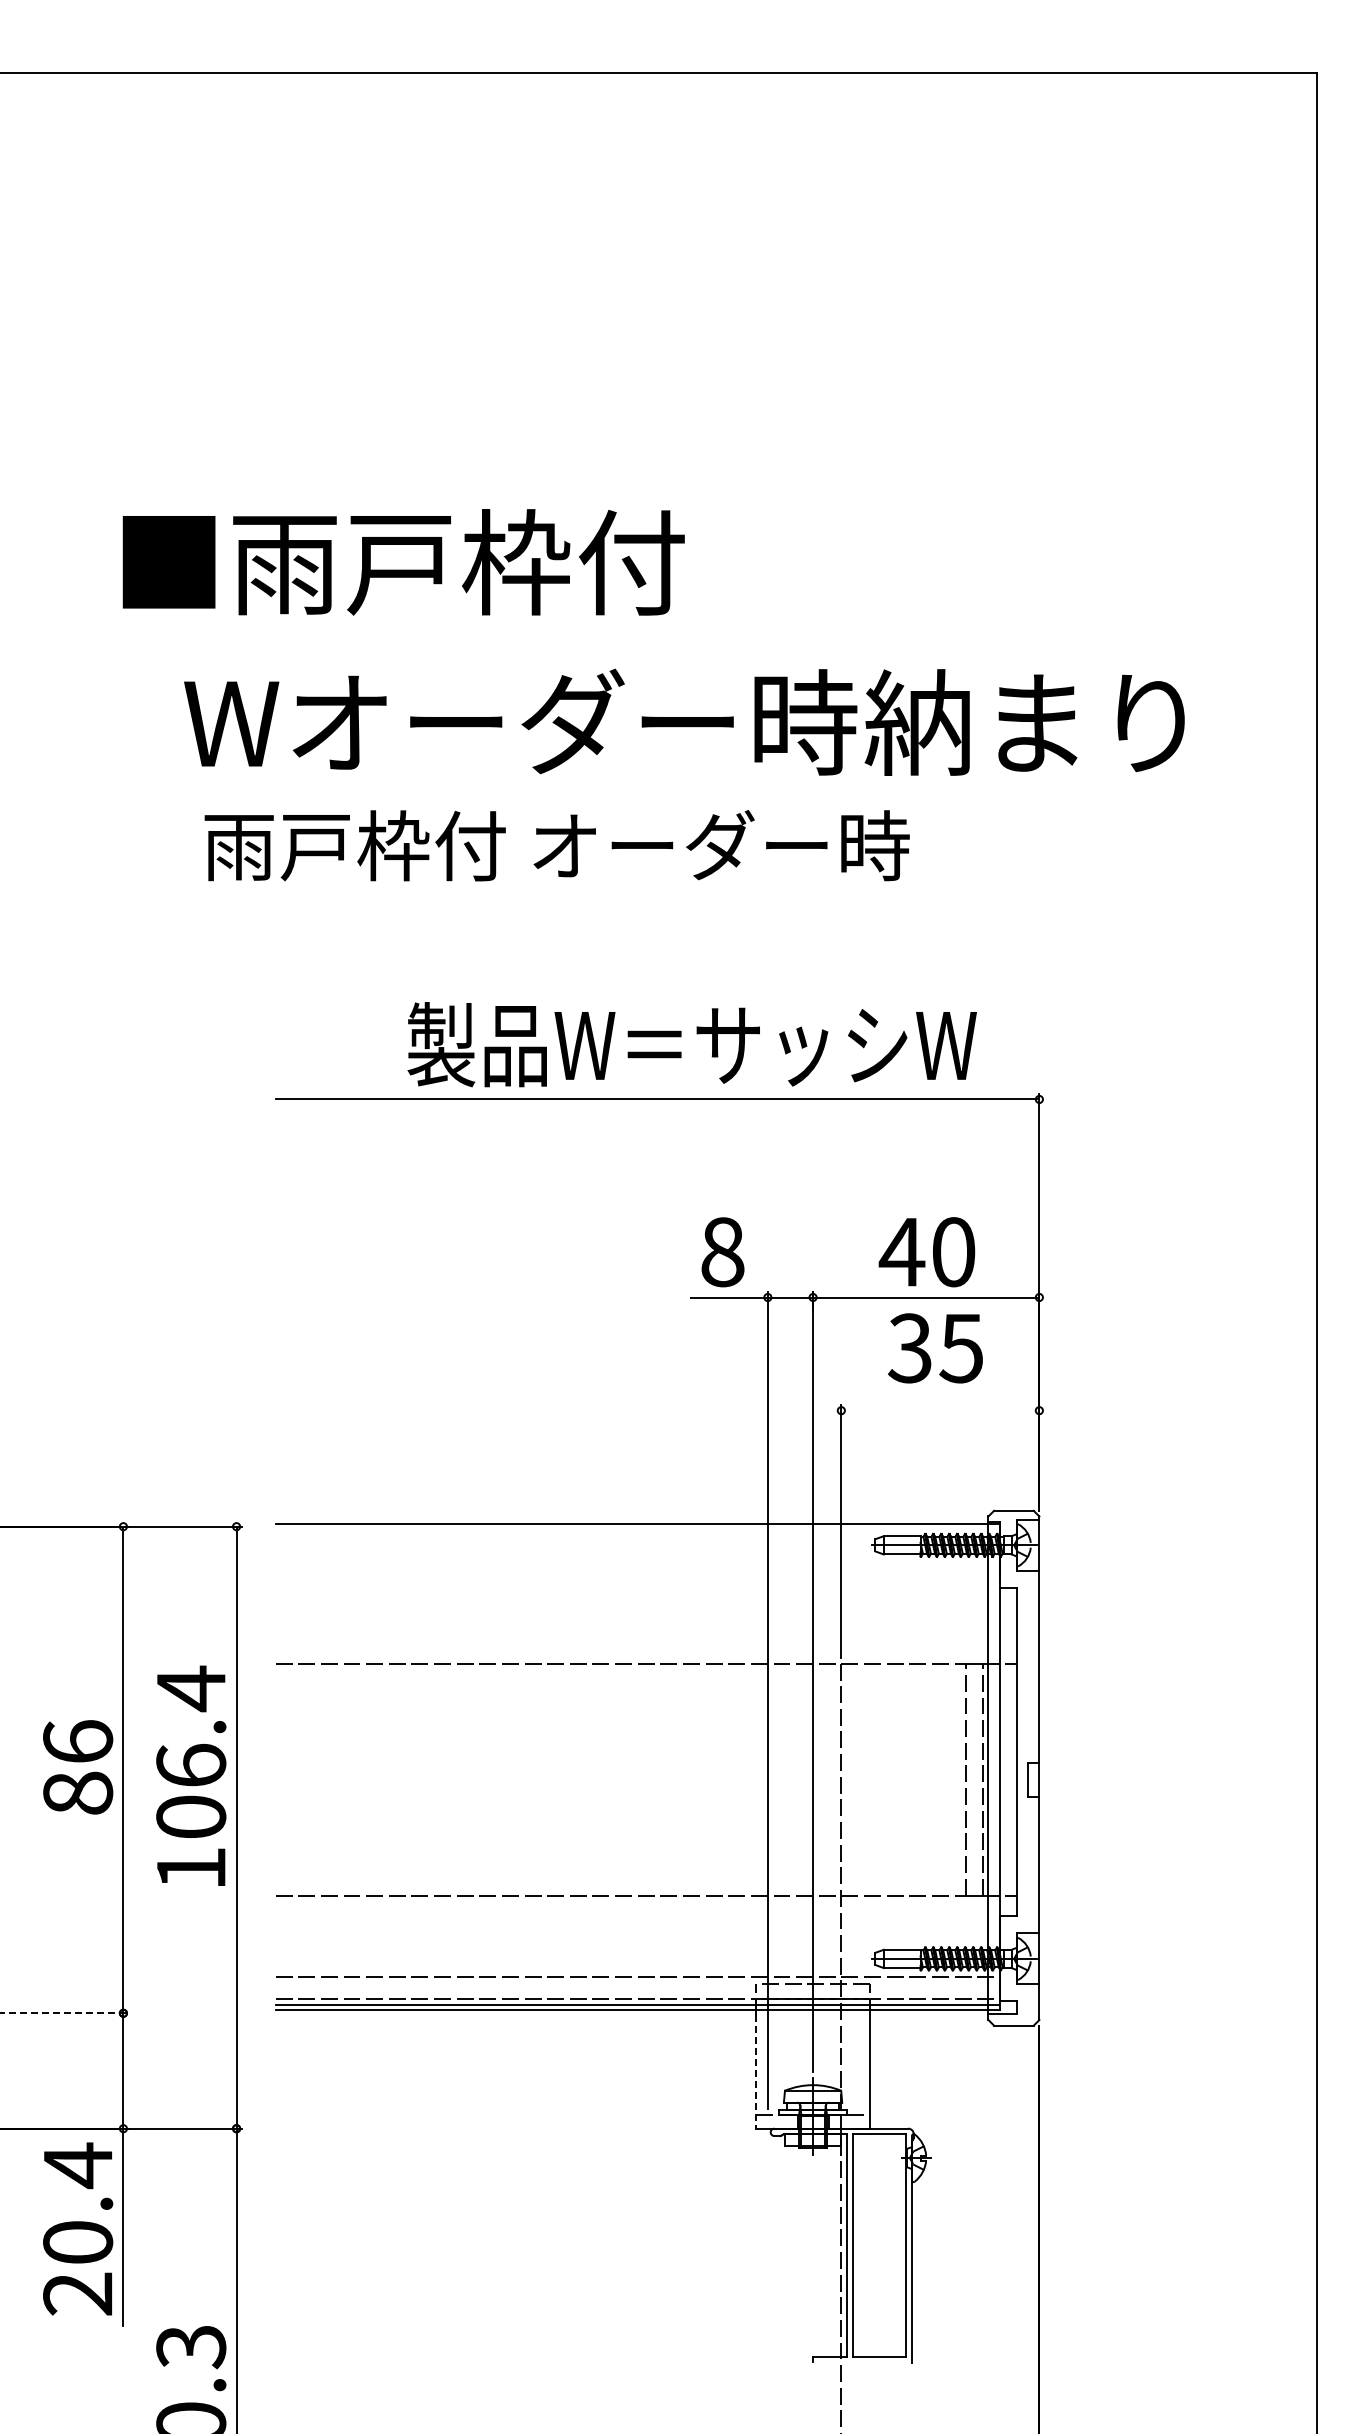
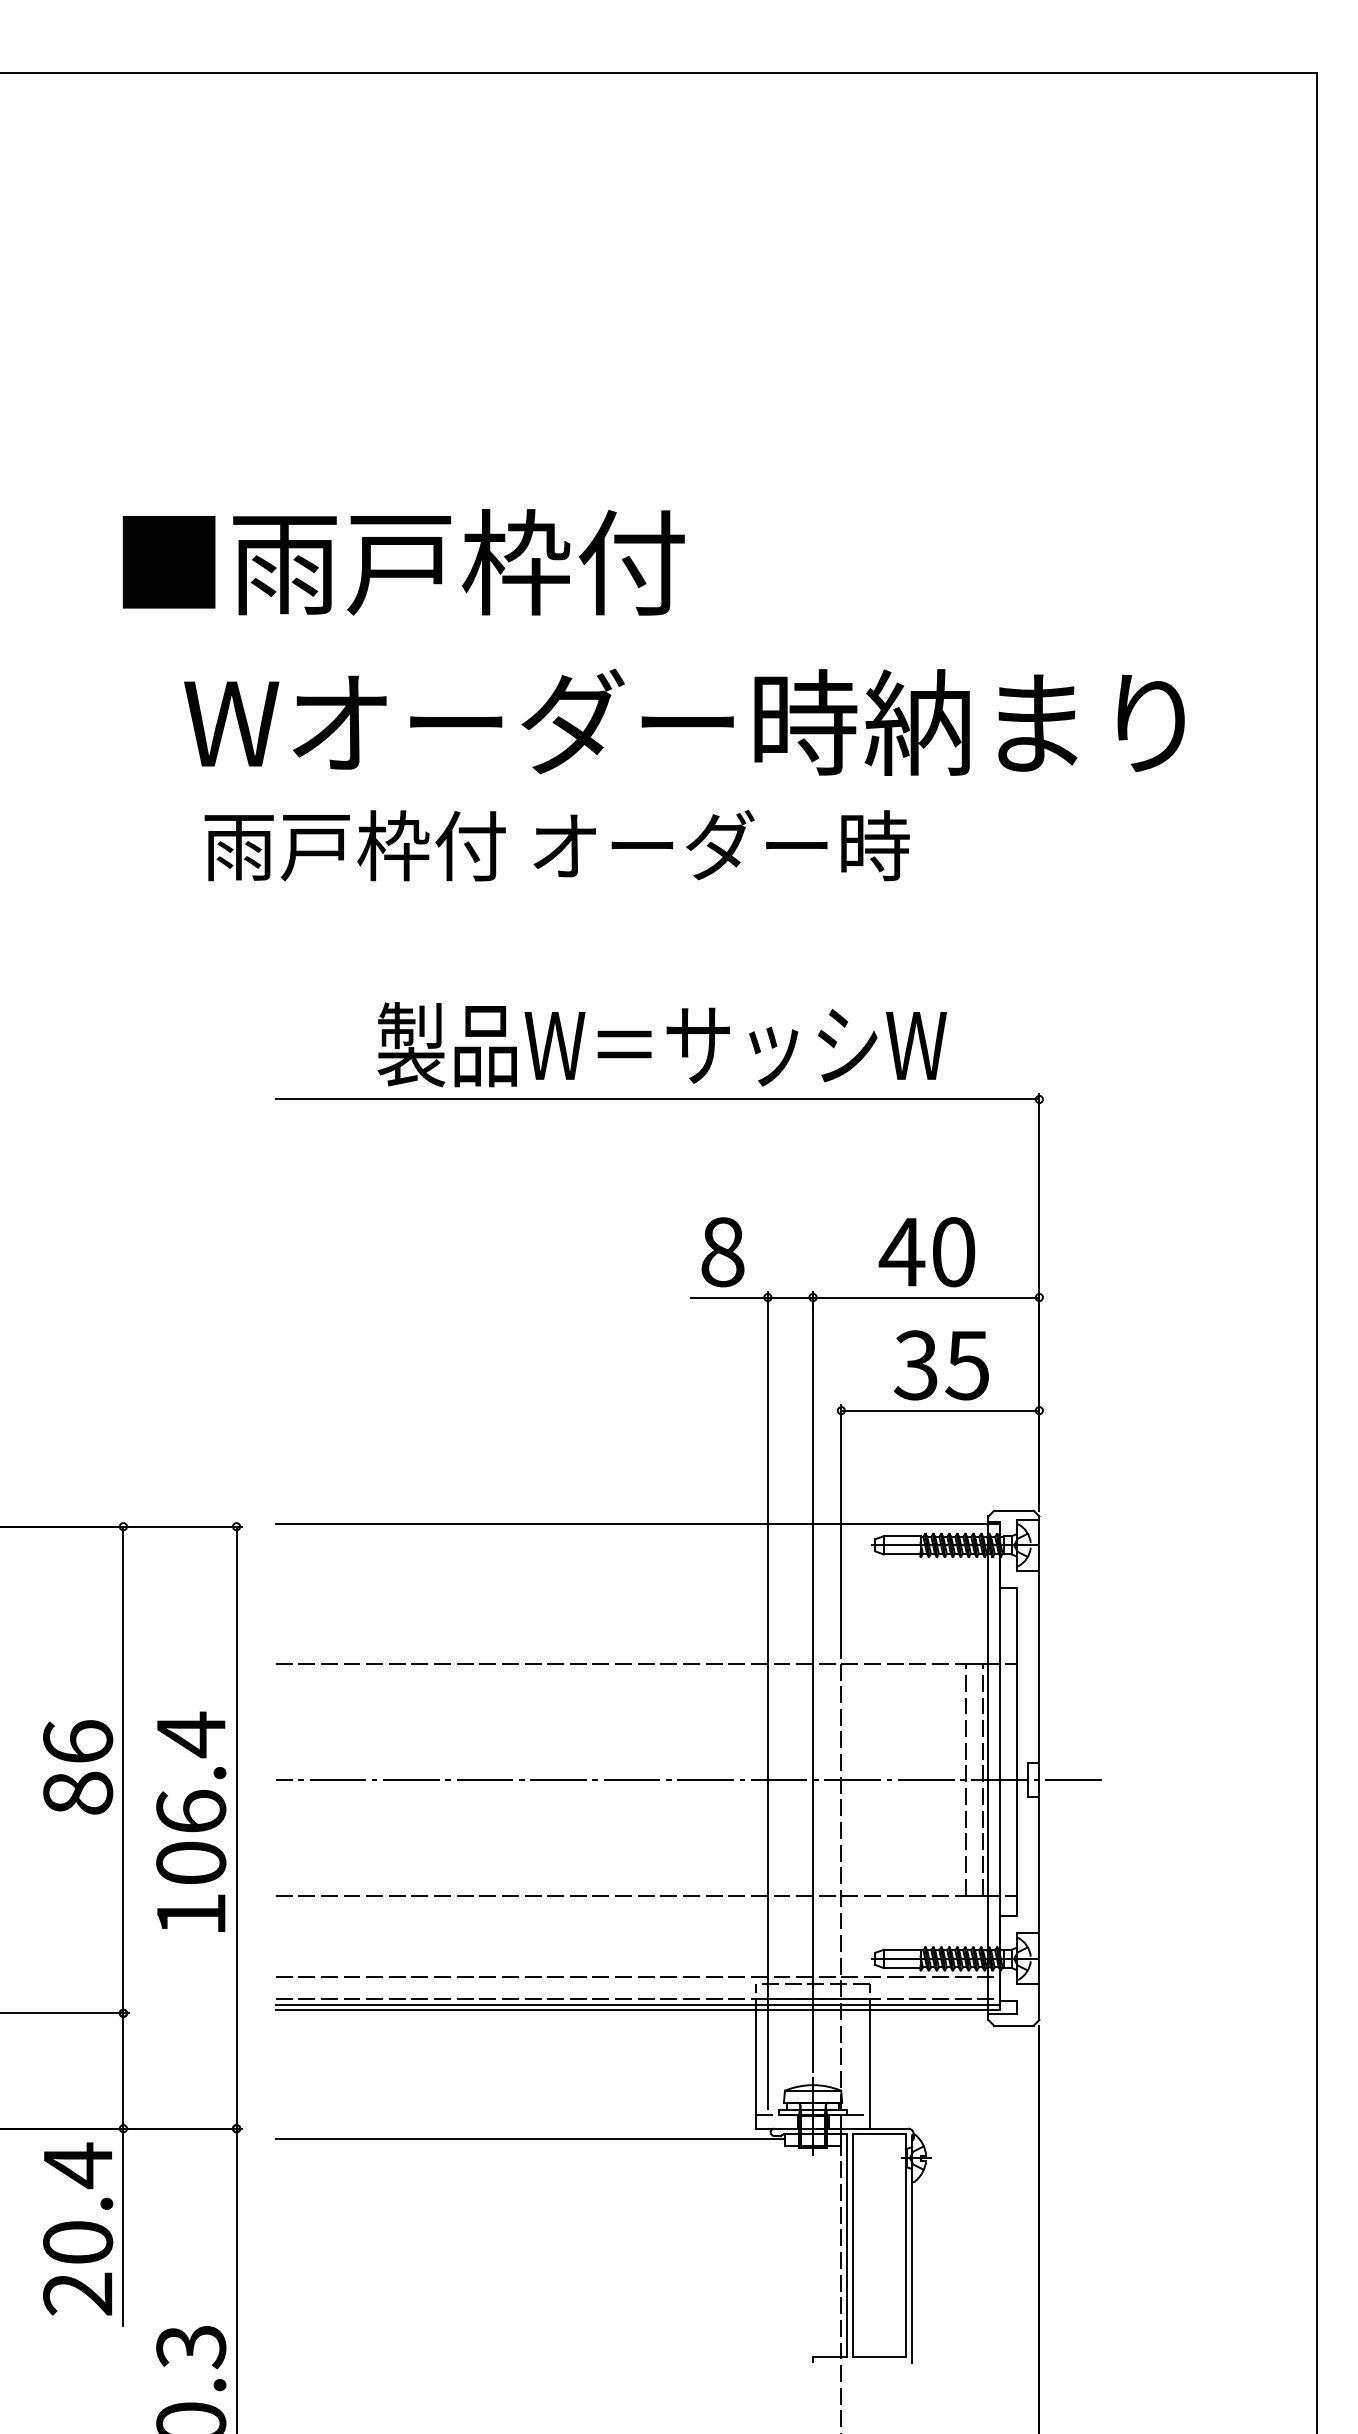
text at (691, 1044) position: (691, 1044) -> (661, 1044)
text at (935, 1348) position: (935, 1348) -> (941, 1365)
line at (940, 1410): none -> present
text at (191, 1775) position: (191, 1775) -> (191, 1821)
line at (688, 1779): none -> present
line at (65, 2013): dashed -> solid
line at (756, 2072): dashed -> solid
line at (529, 2138): none -> present
